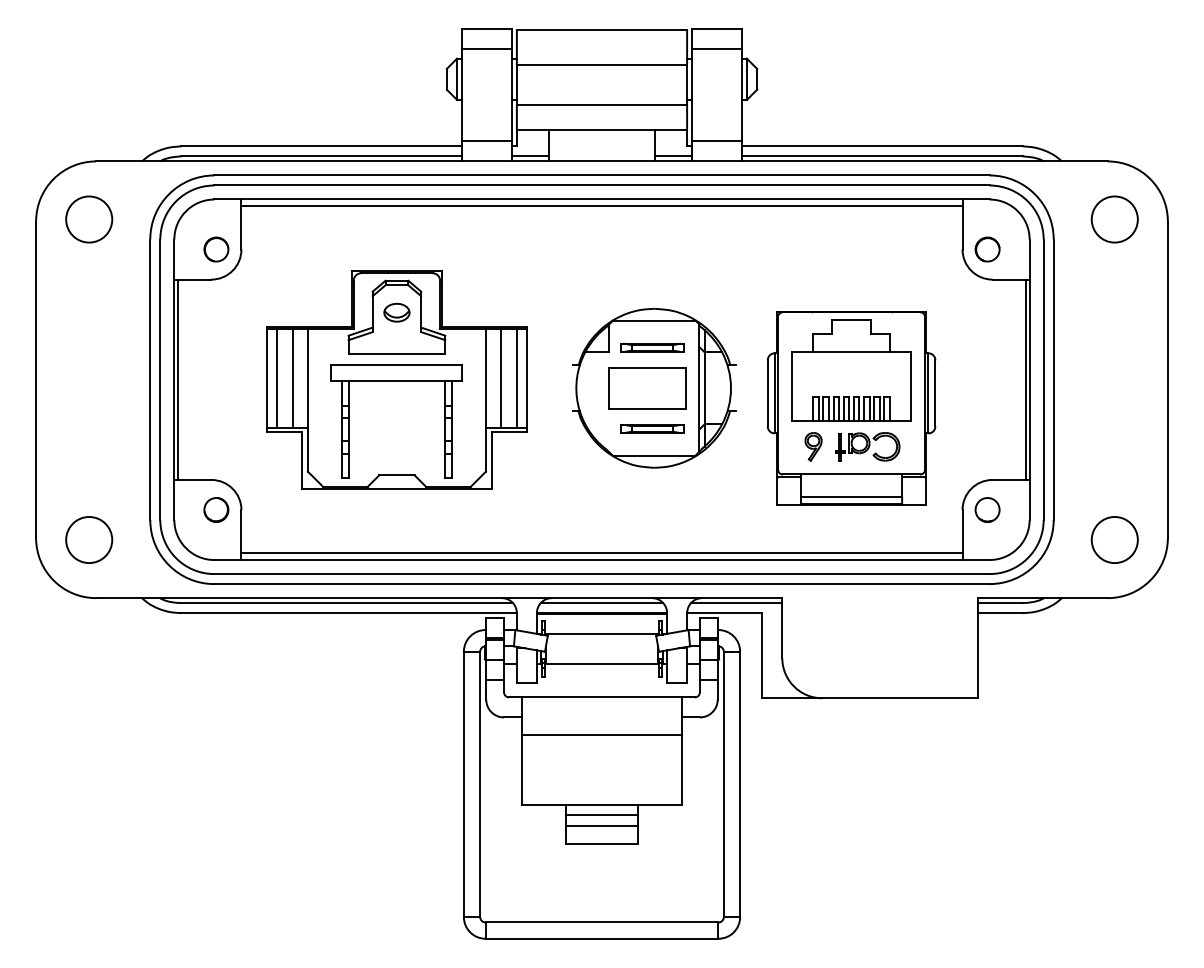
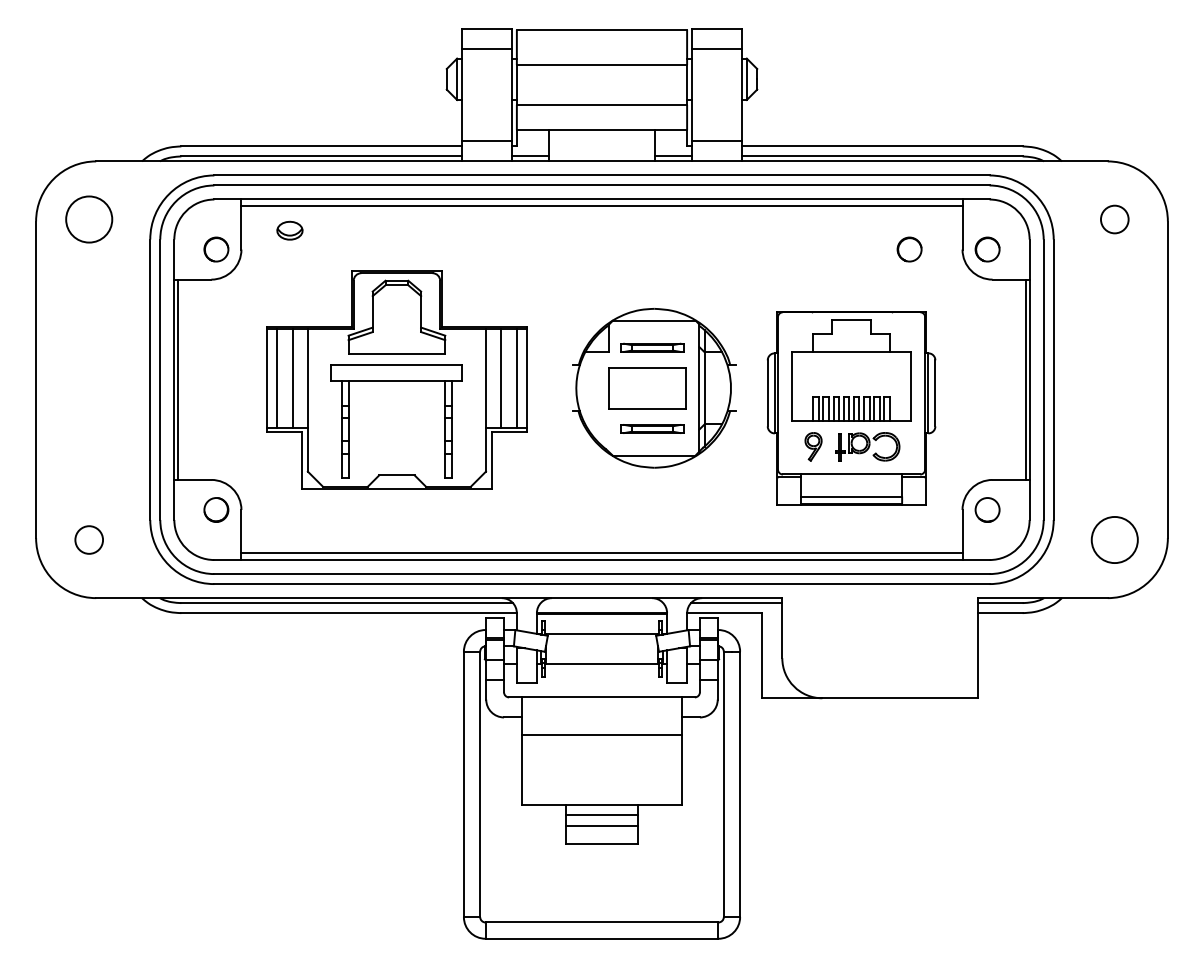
circle at (1114, 219) diameter: 46 px -> 28 px
circle at (909, 249): none -> present
part at (396, 312) position: (396, 312) -> (289, 230)
circle at (89, 539) diameter: 46 px -> 28 px
line at (601, 603): present -> none
